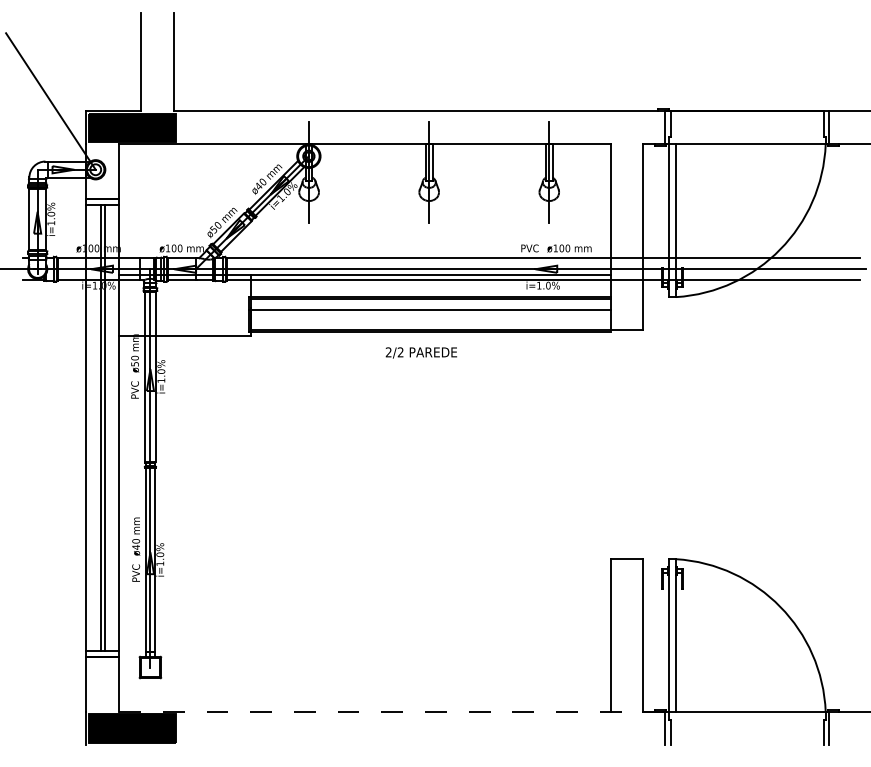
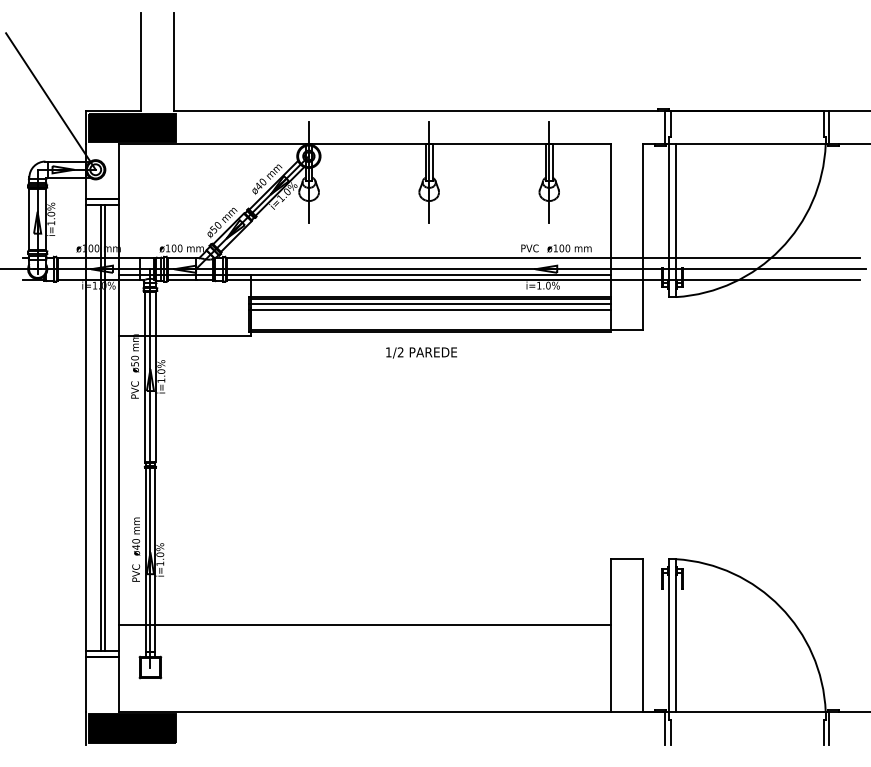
line at (429, 303): none -> present
text at (388, 352): 2/2 -> 1/2
line at (364, 624): none -> present
line at (391, 712): dashed -> solid
